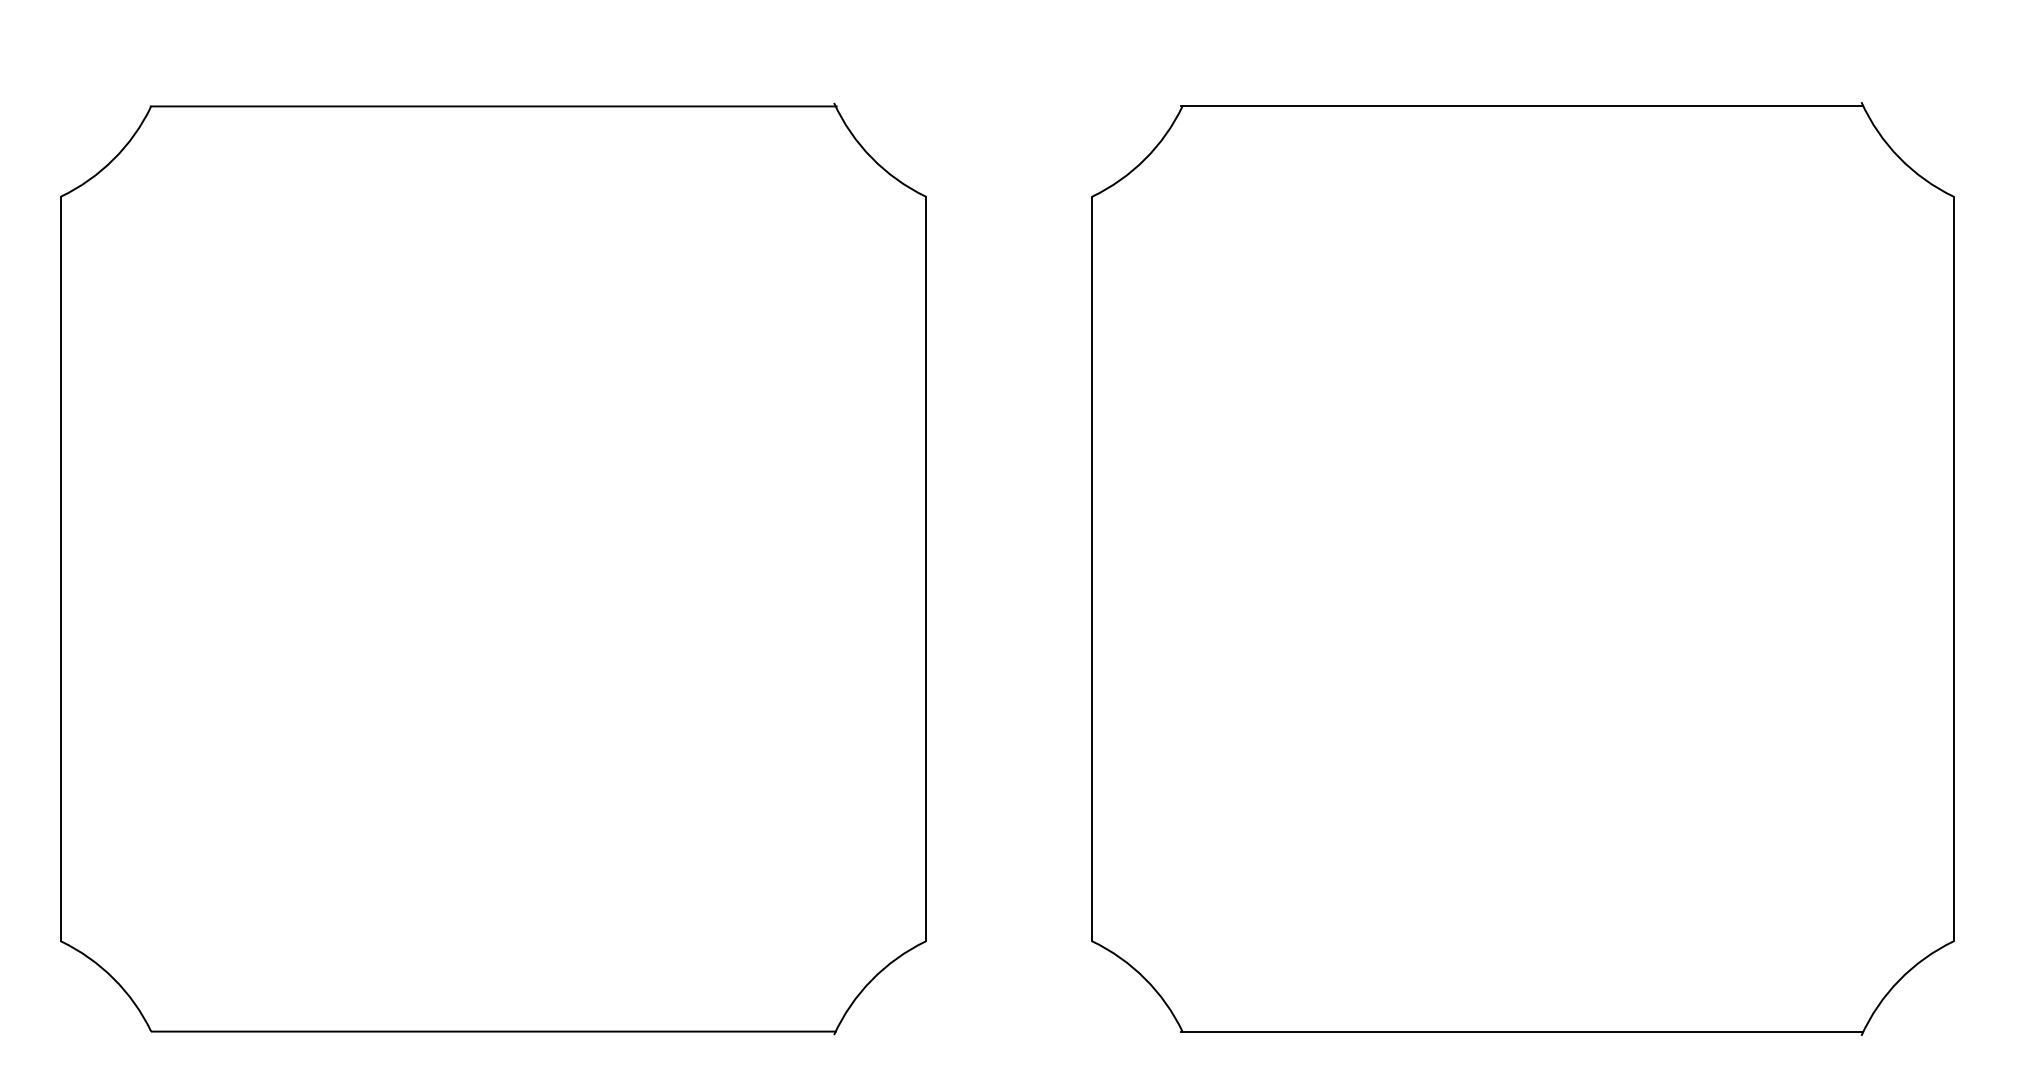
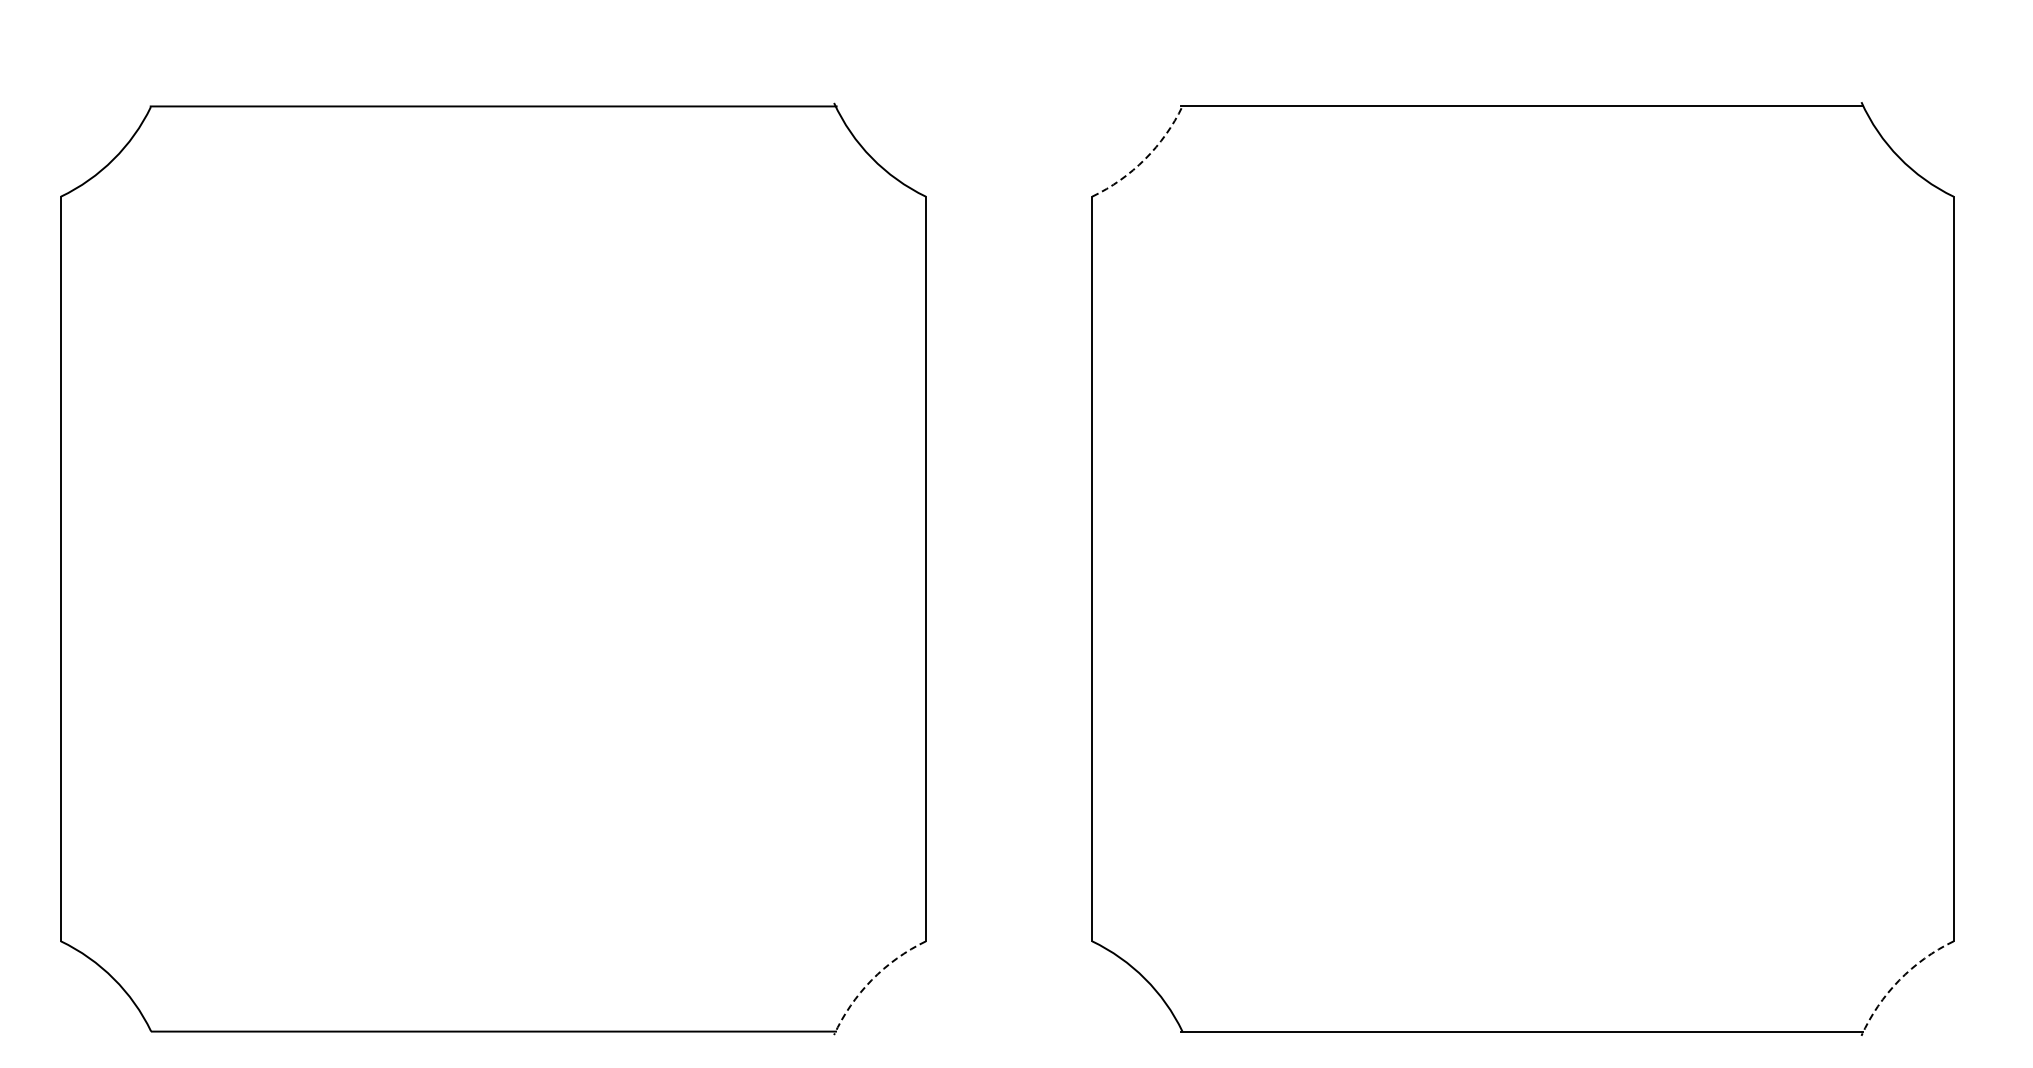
arc at (1145, 159): solid -> dashed
arc at (871, 980): solid -> dashed
arc at (1899, 980): solid -> dashed
